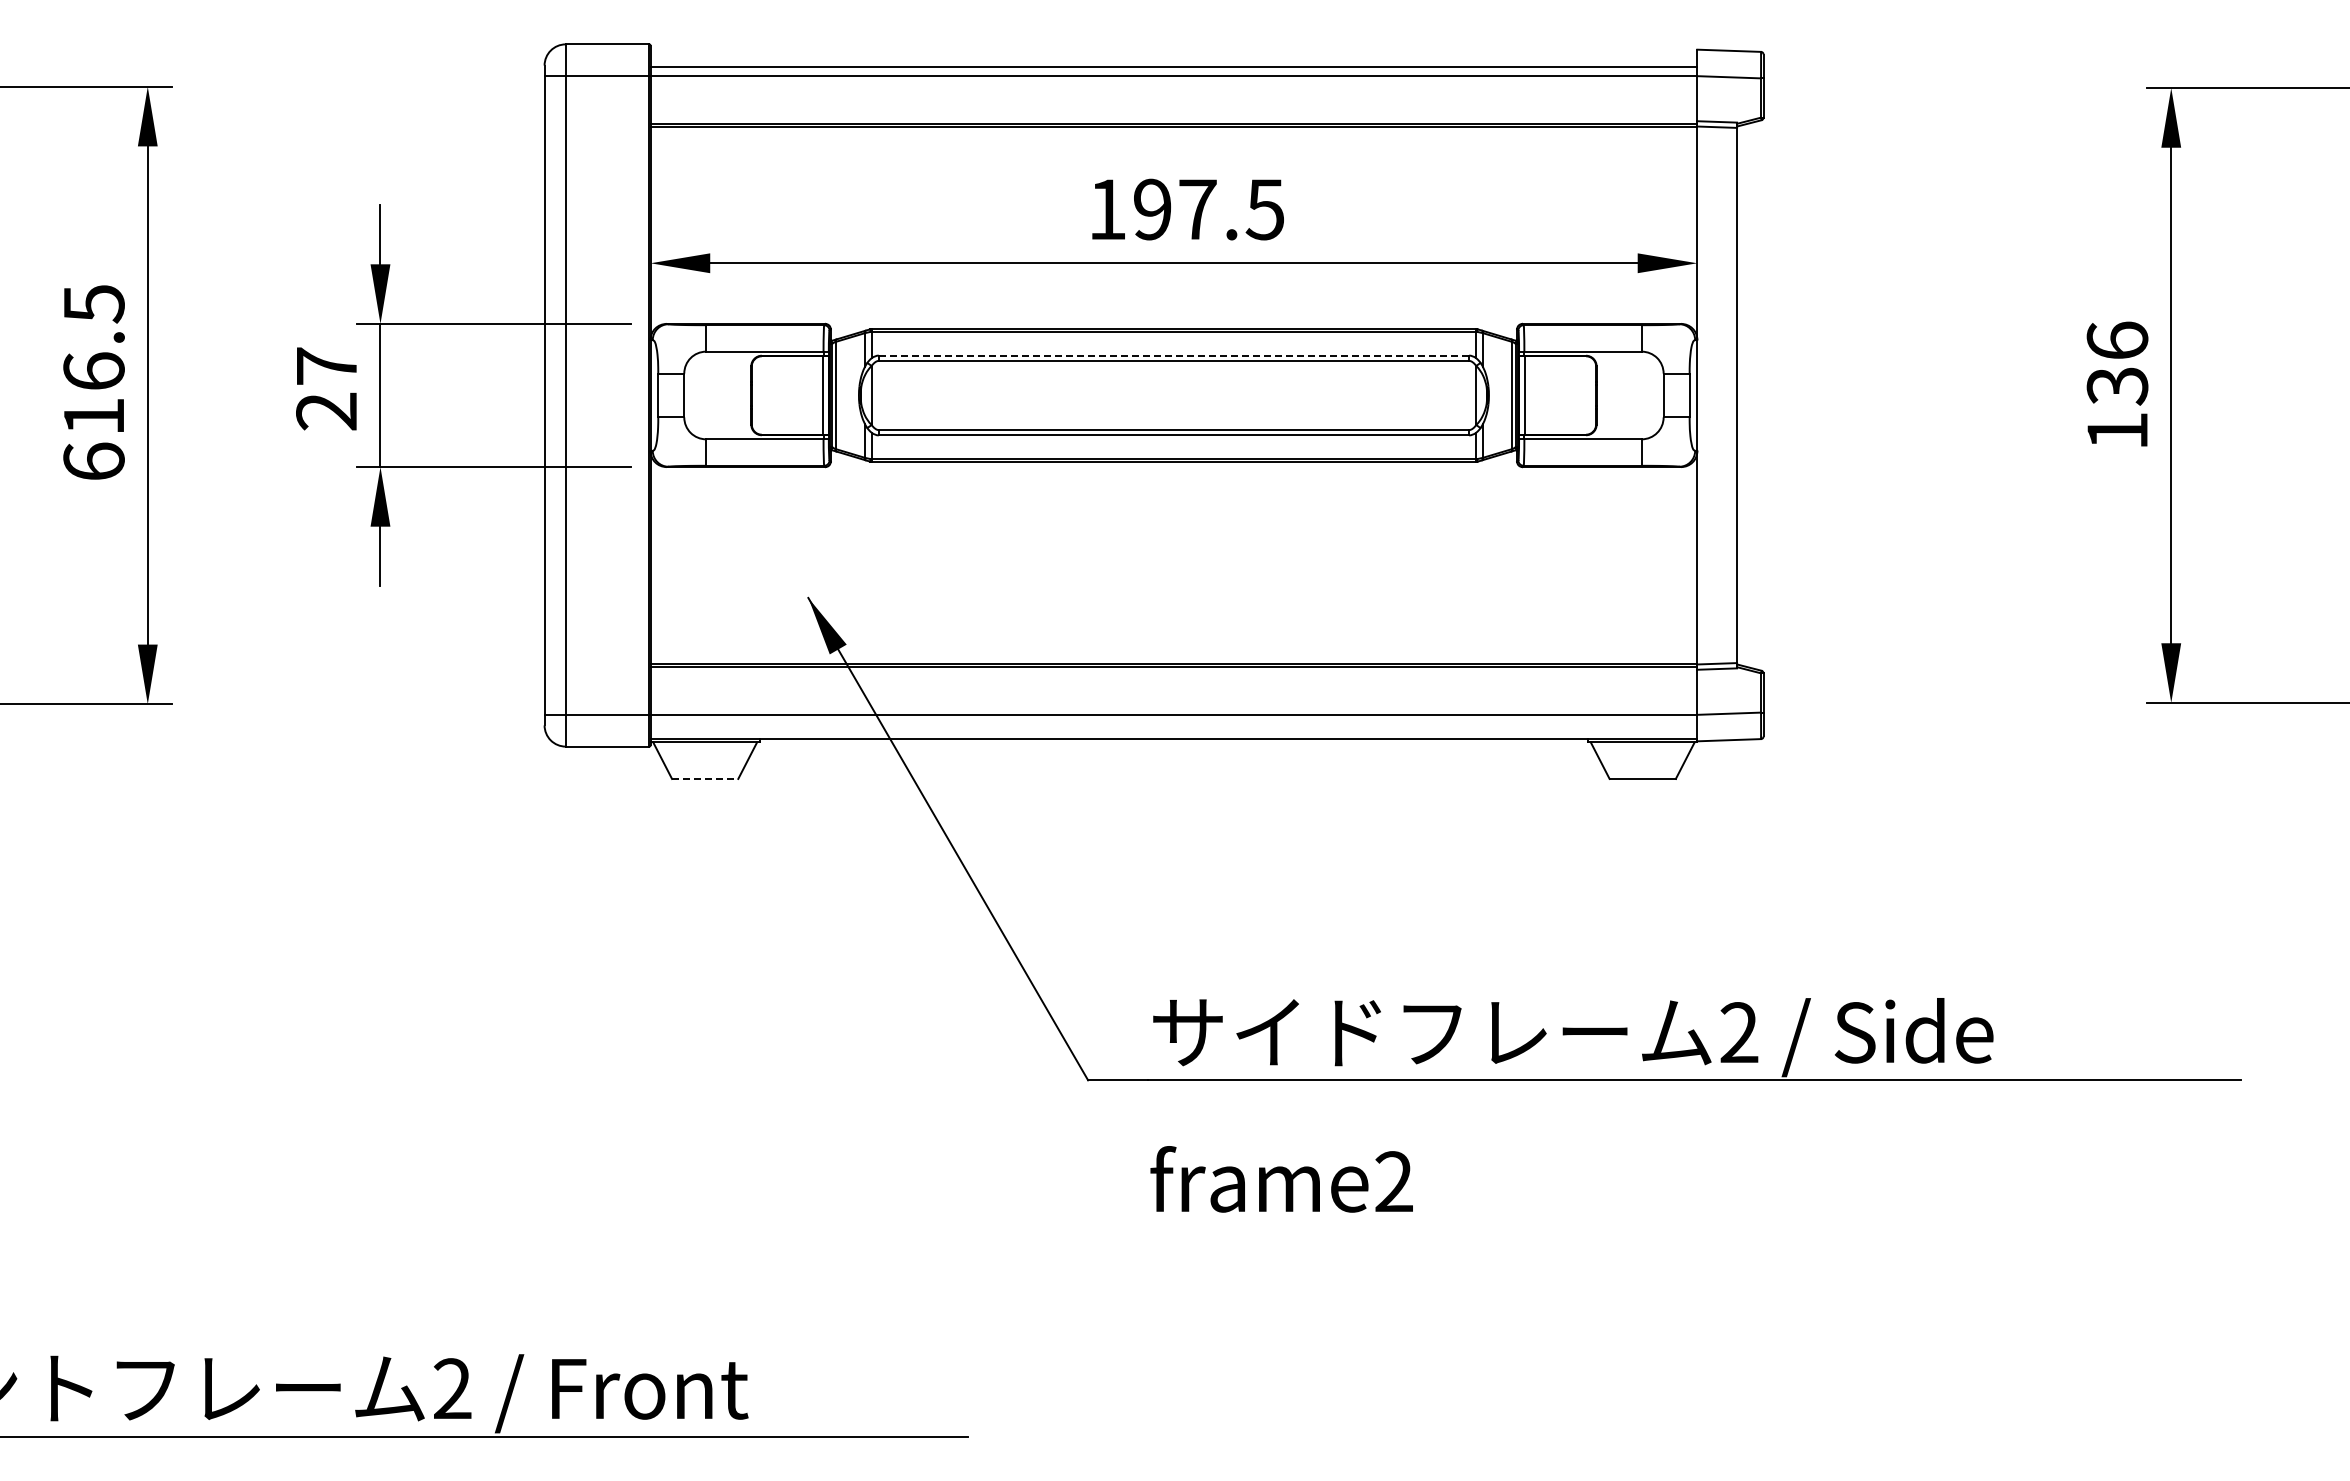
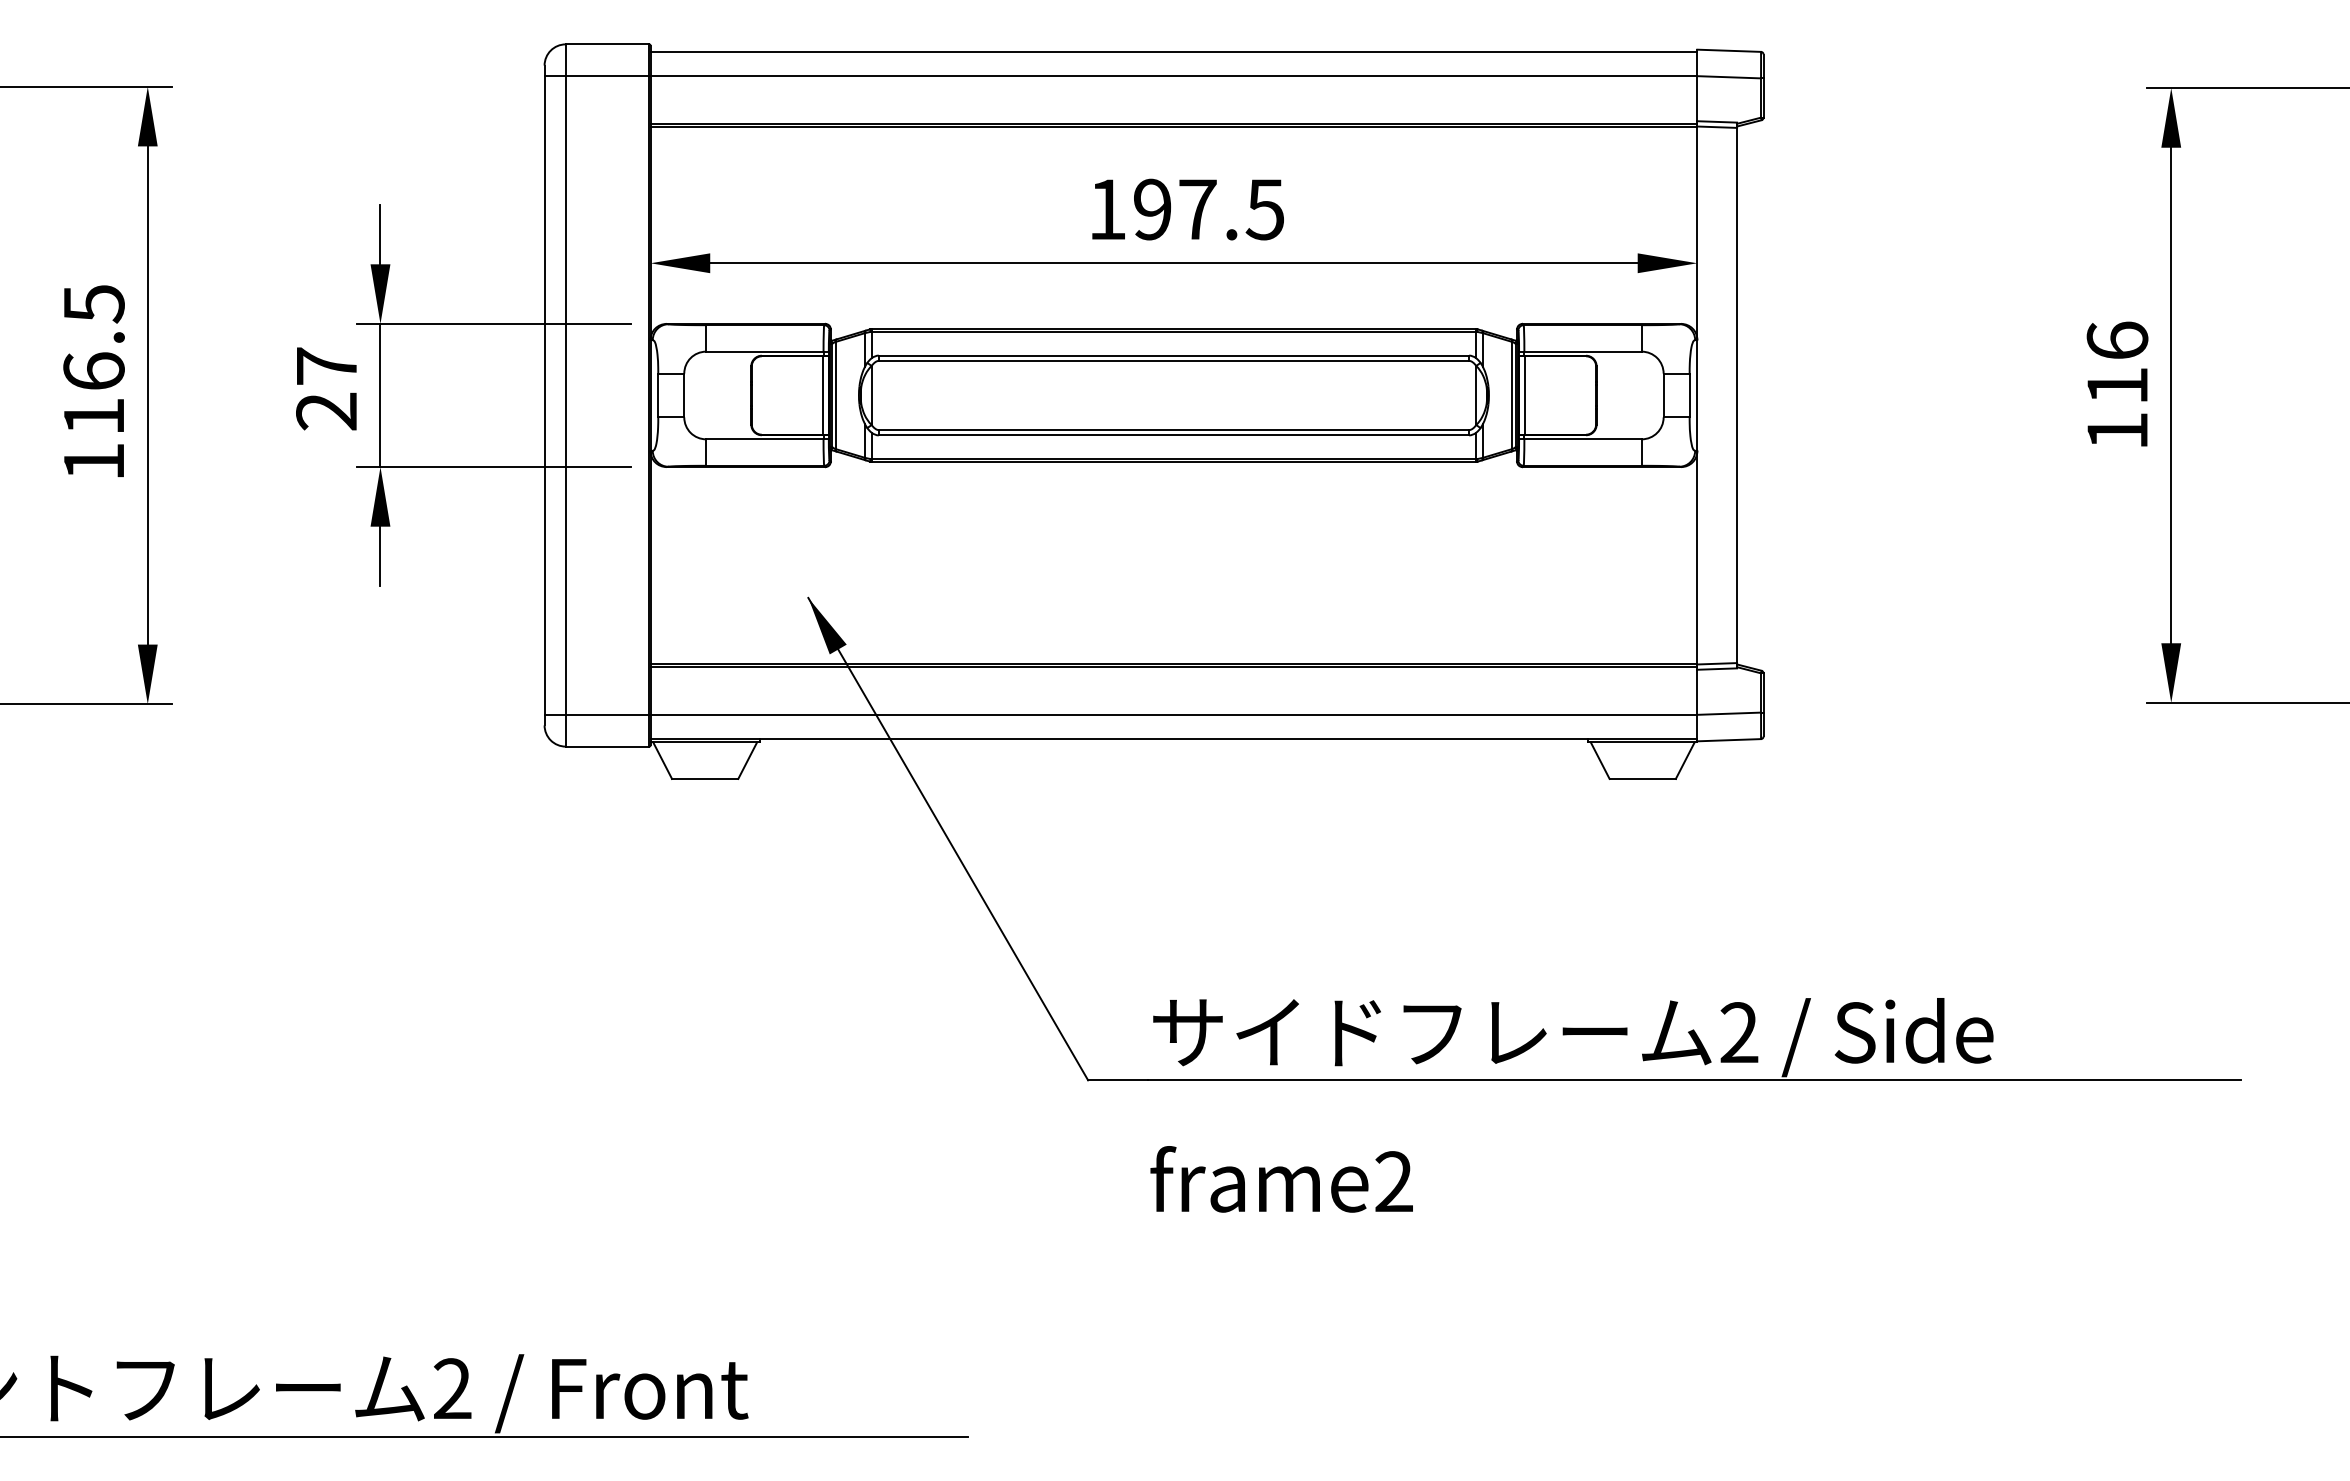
line at (1173, 67) position: (1173, 67) -> (1173, 52)
line at (1174, 355): dashed -> solid
text at (2117, 386): 136 -> 116
text at (93, 460): 616.5 -> 116.5
line at (705, 778): dashed -> solid
